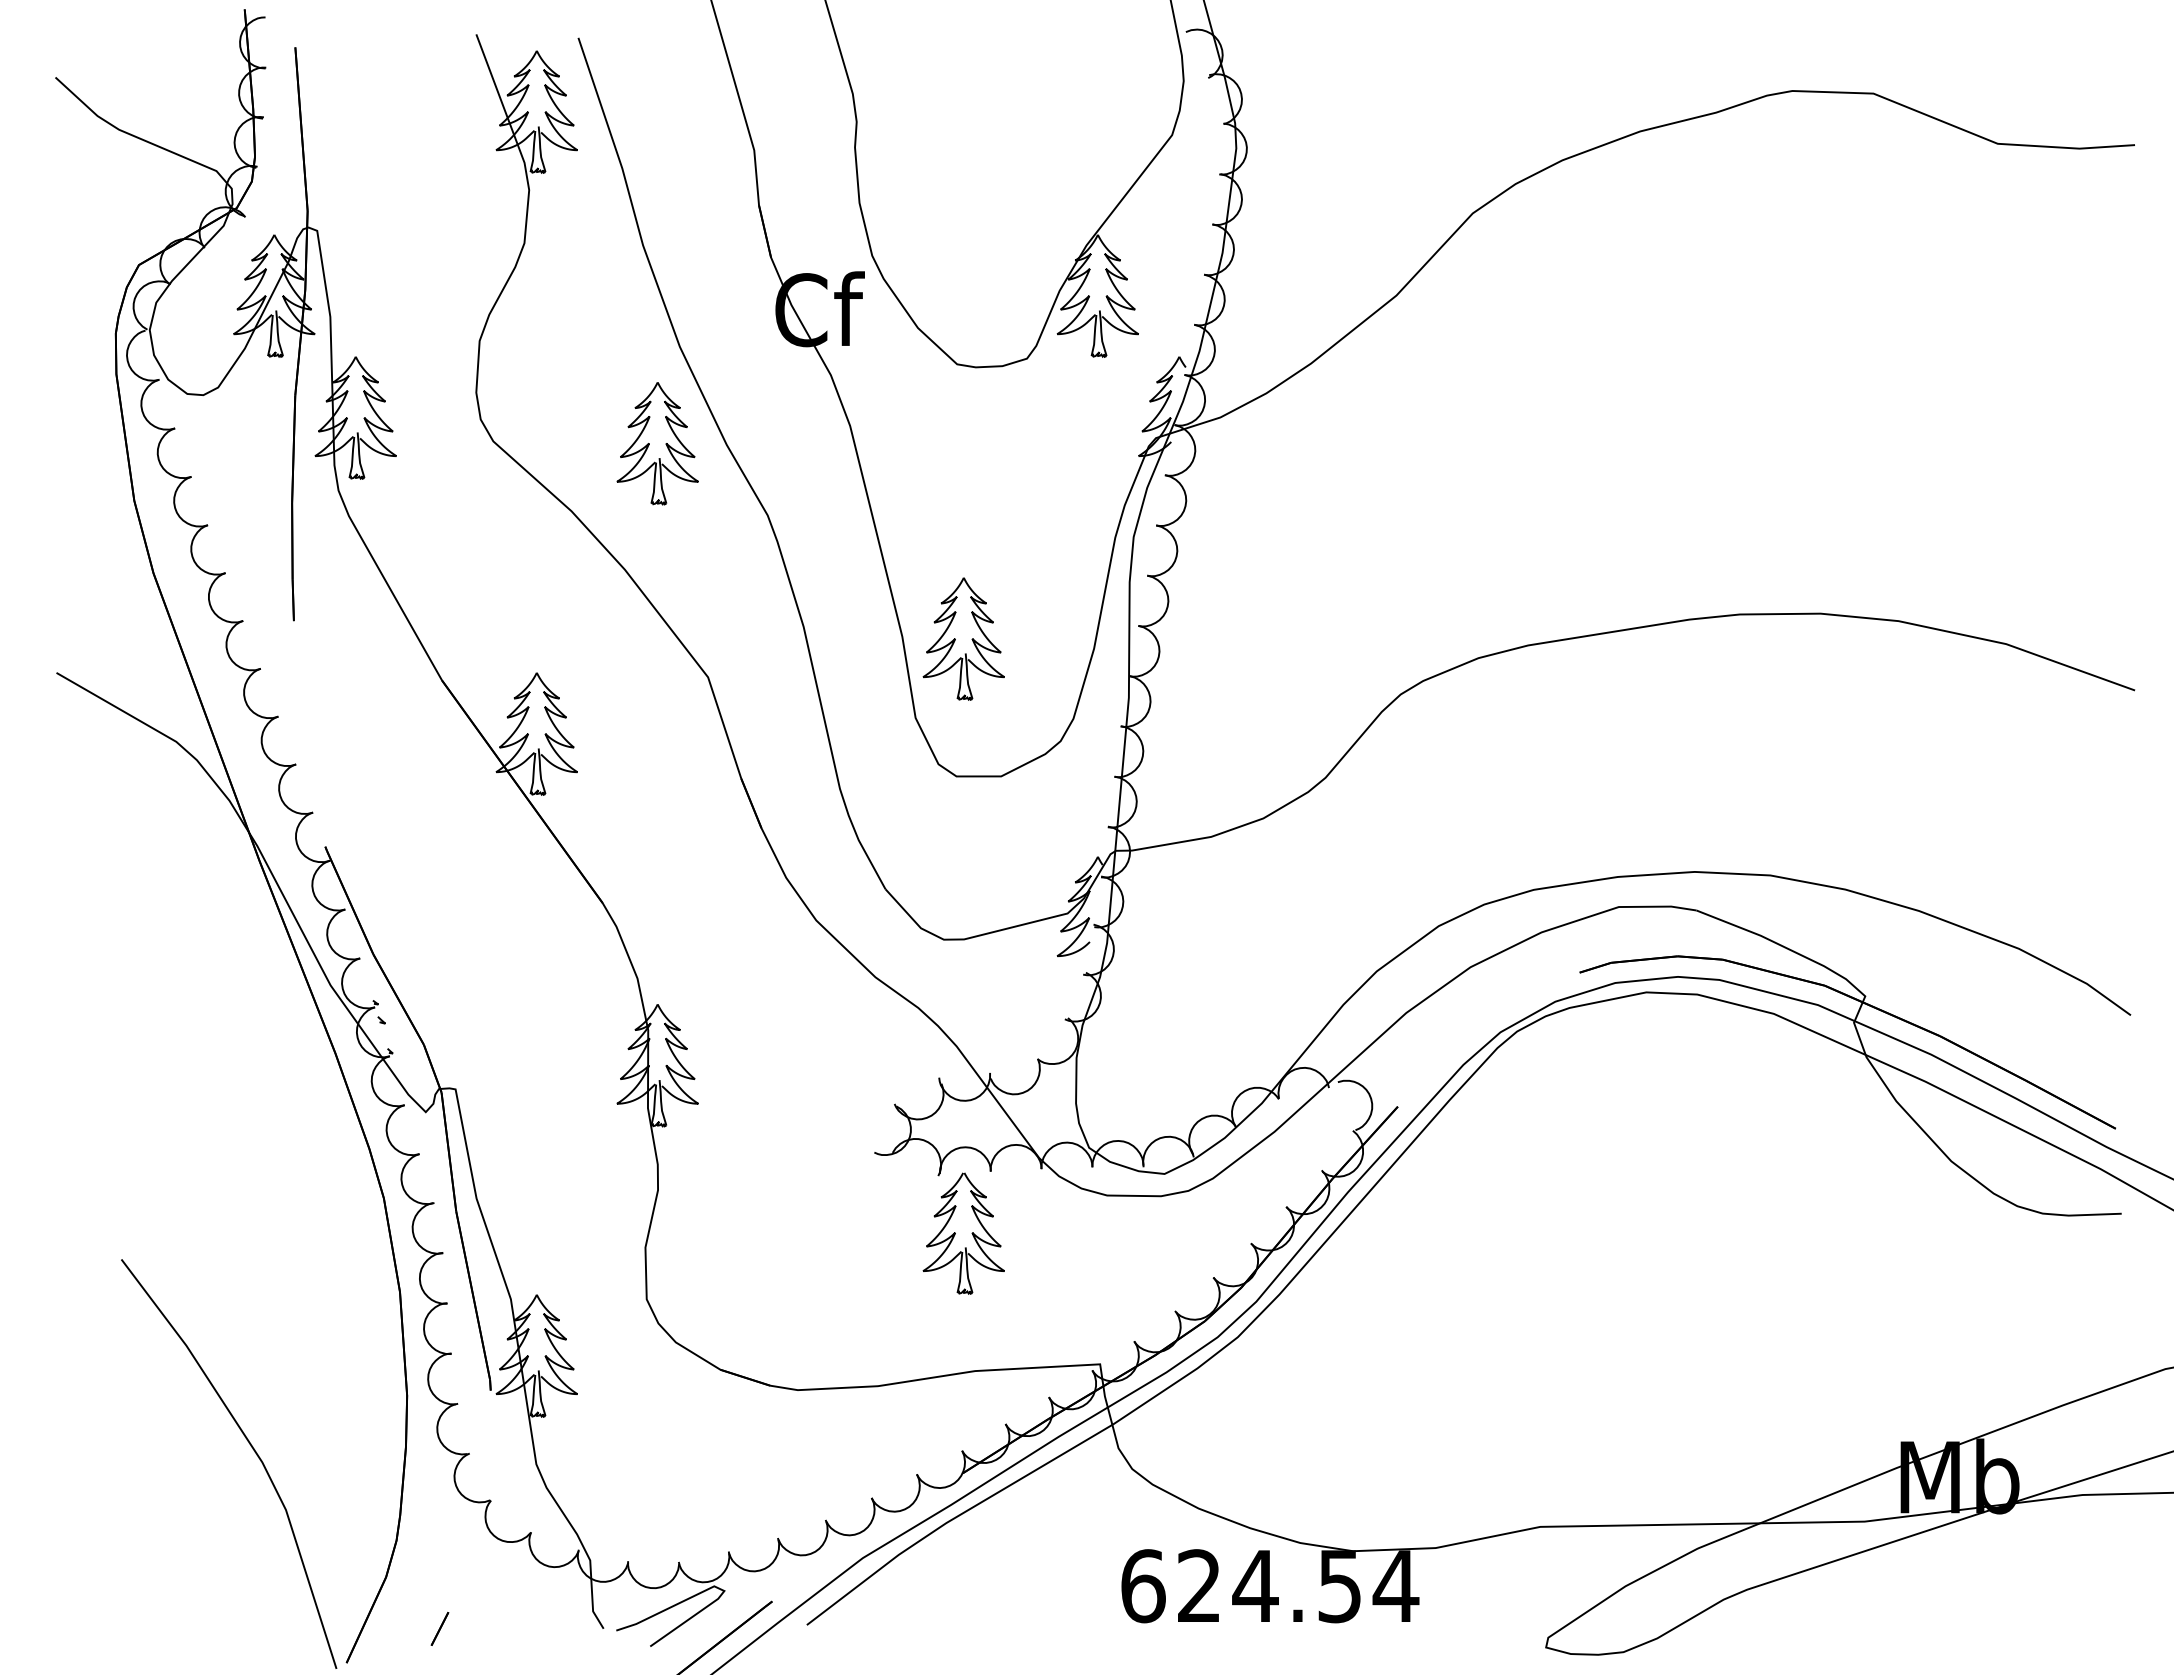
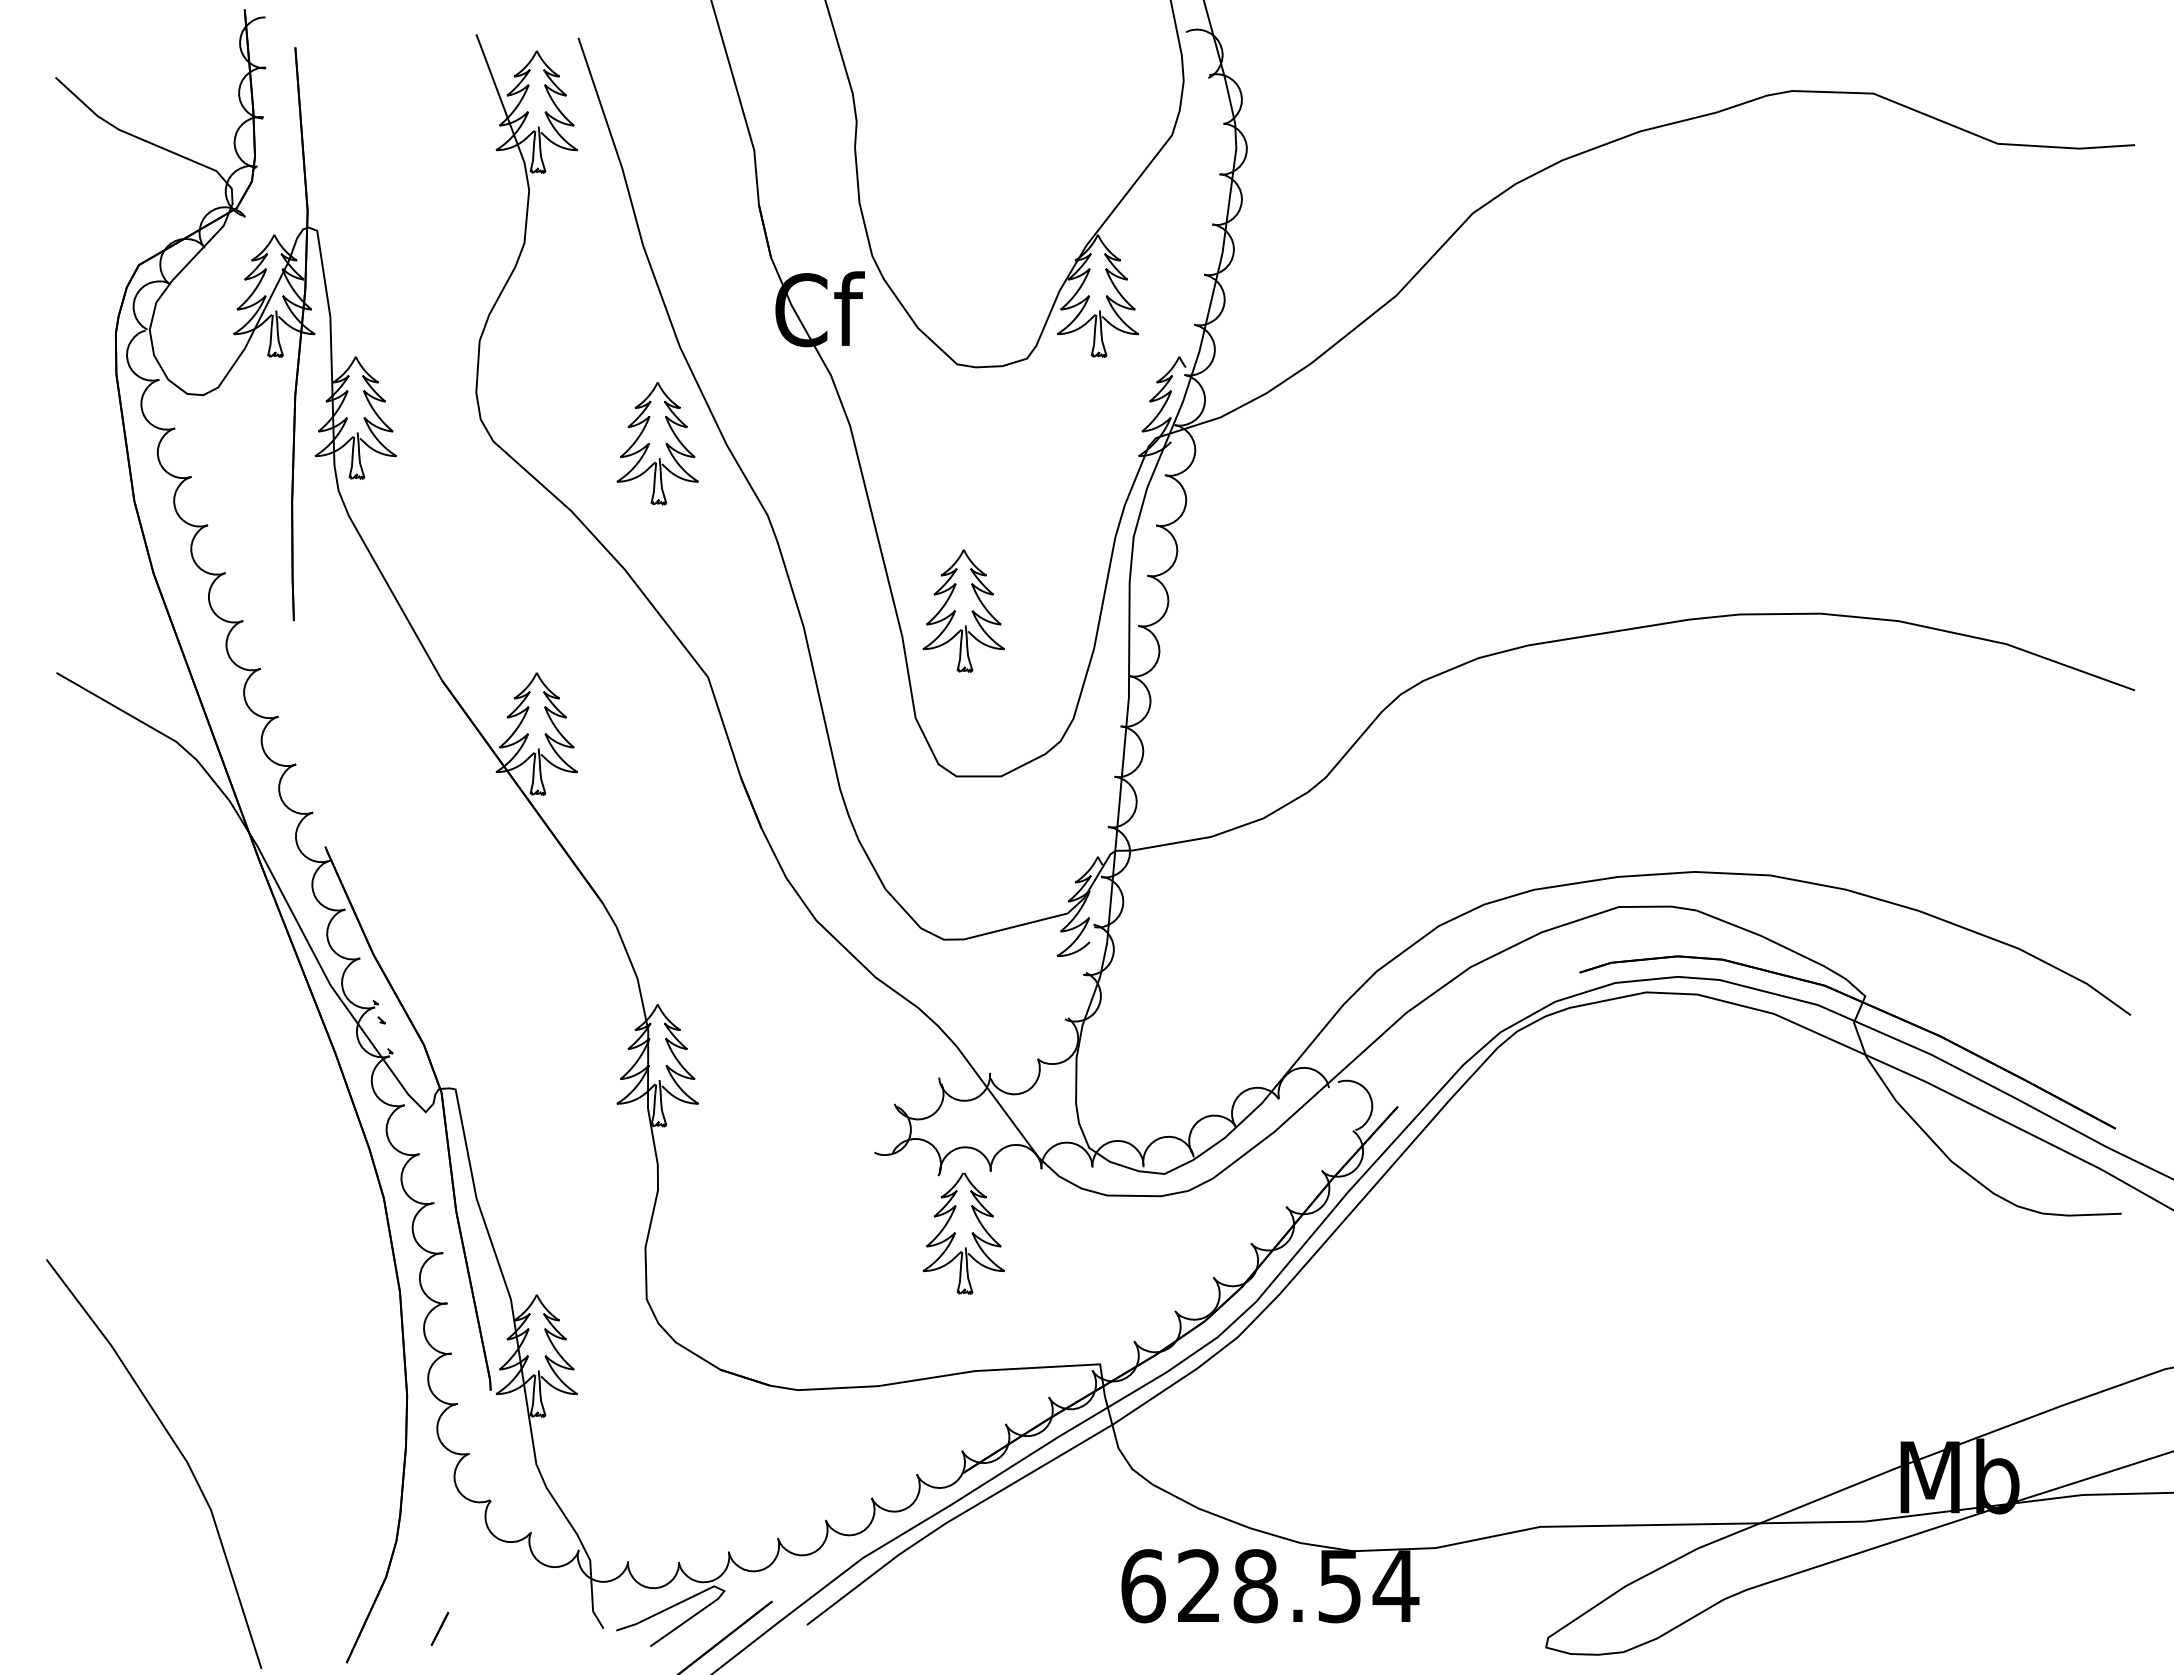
part at (963, 638) position: (963, 638) -> (963, 610)
line at (252, 1449) position: (252, 1449) -> (177, 1449)
text at (1255, 1586): 624.54 -> 628.54
